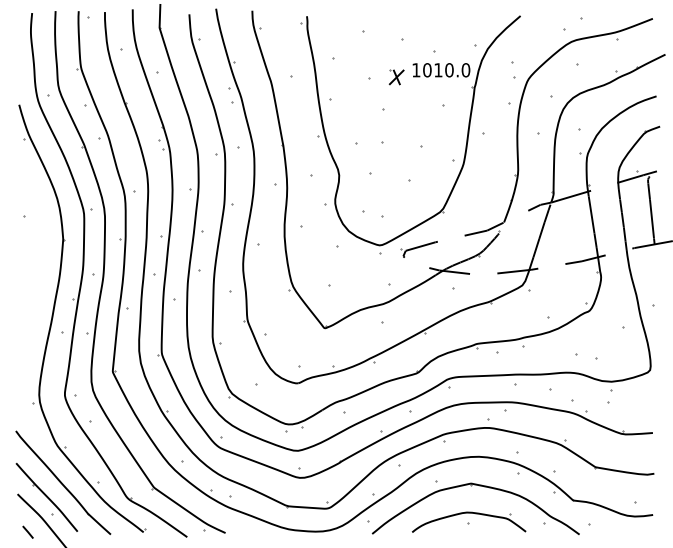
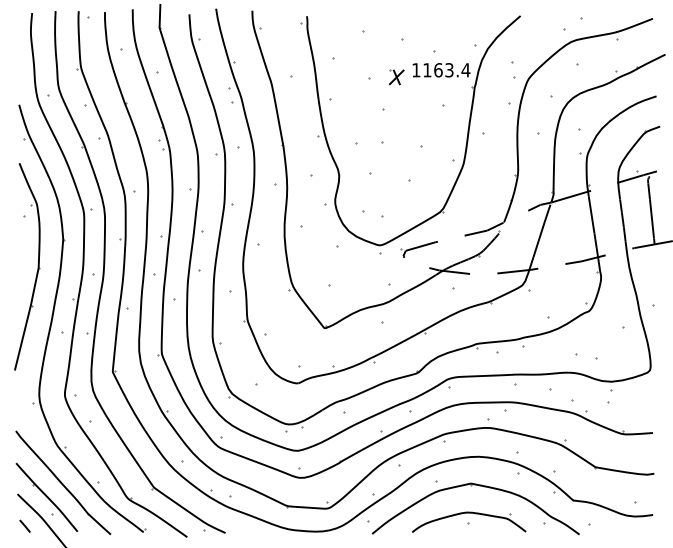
text at (446, 70): 1010.0 -> 1163.4
part at (37, 266): none -> present
line at (27, 531) position: (27, 531) -> (24, 525)
